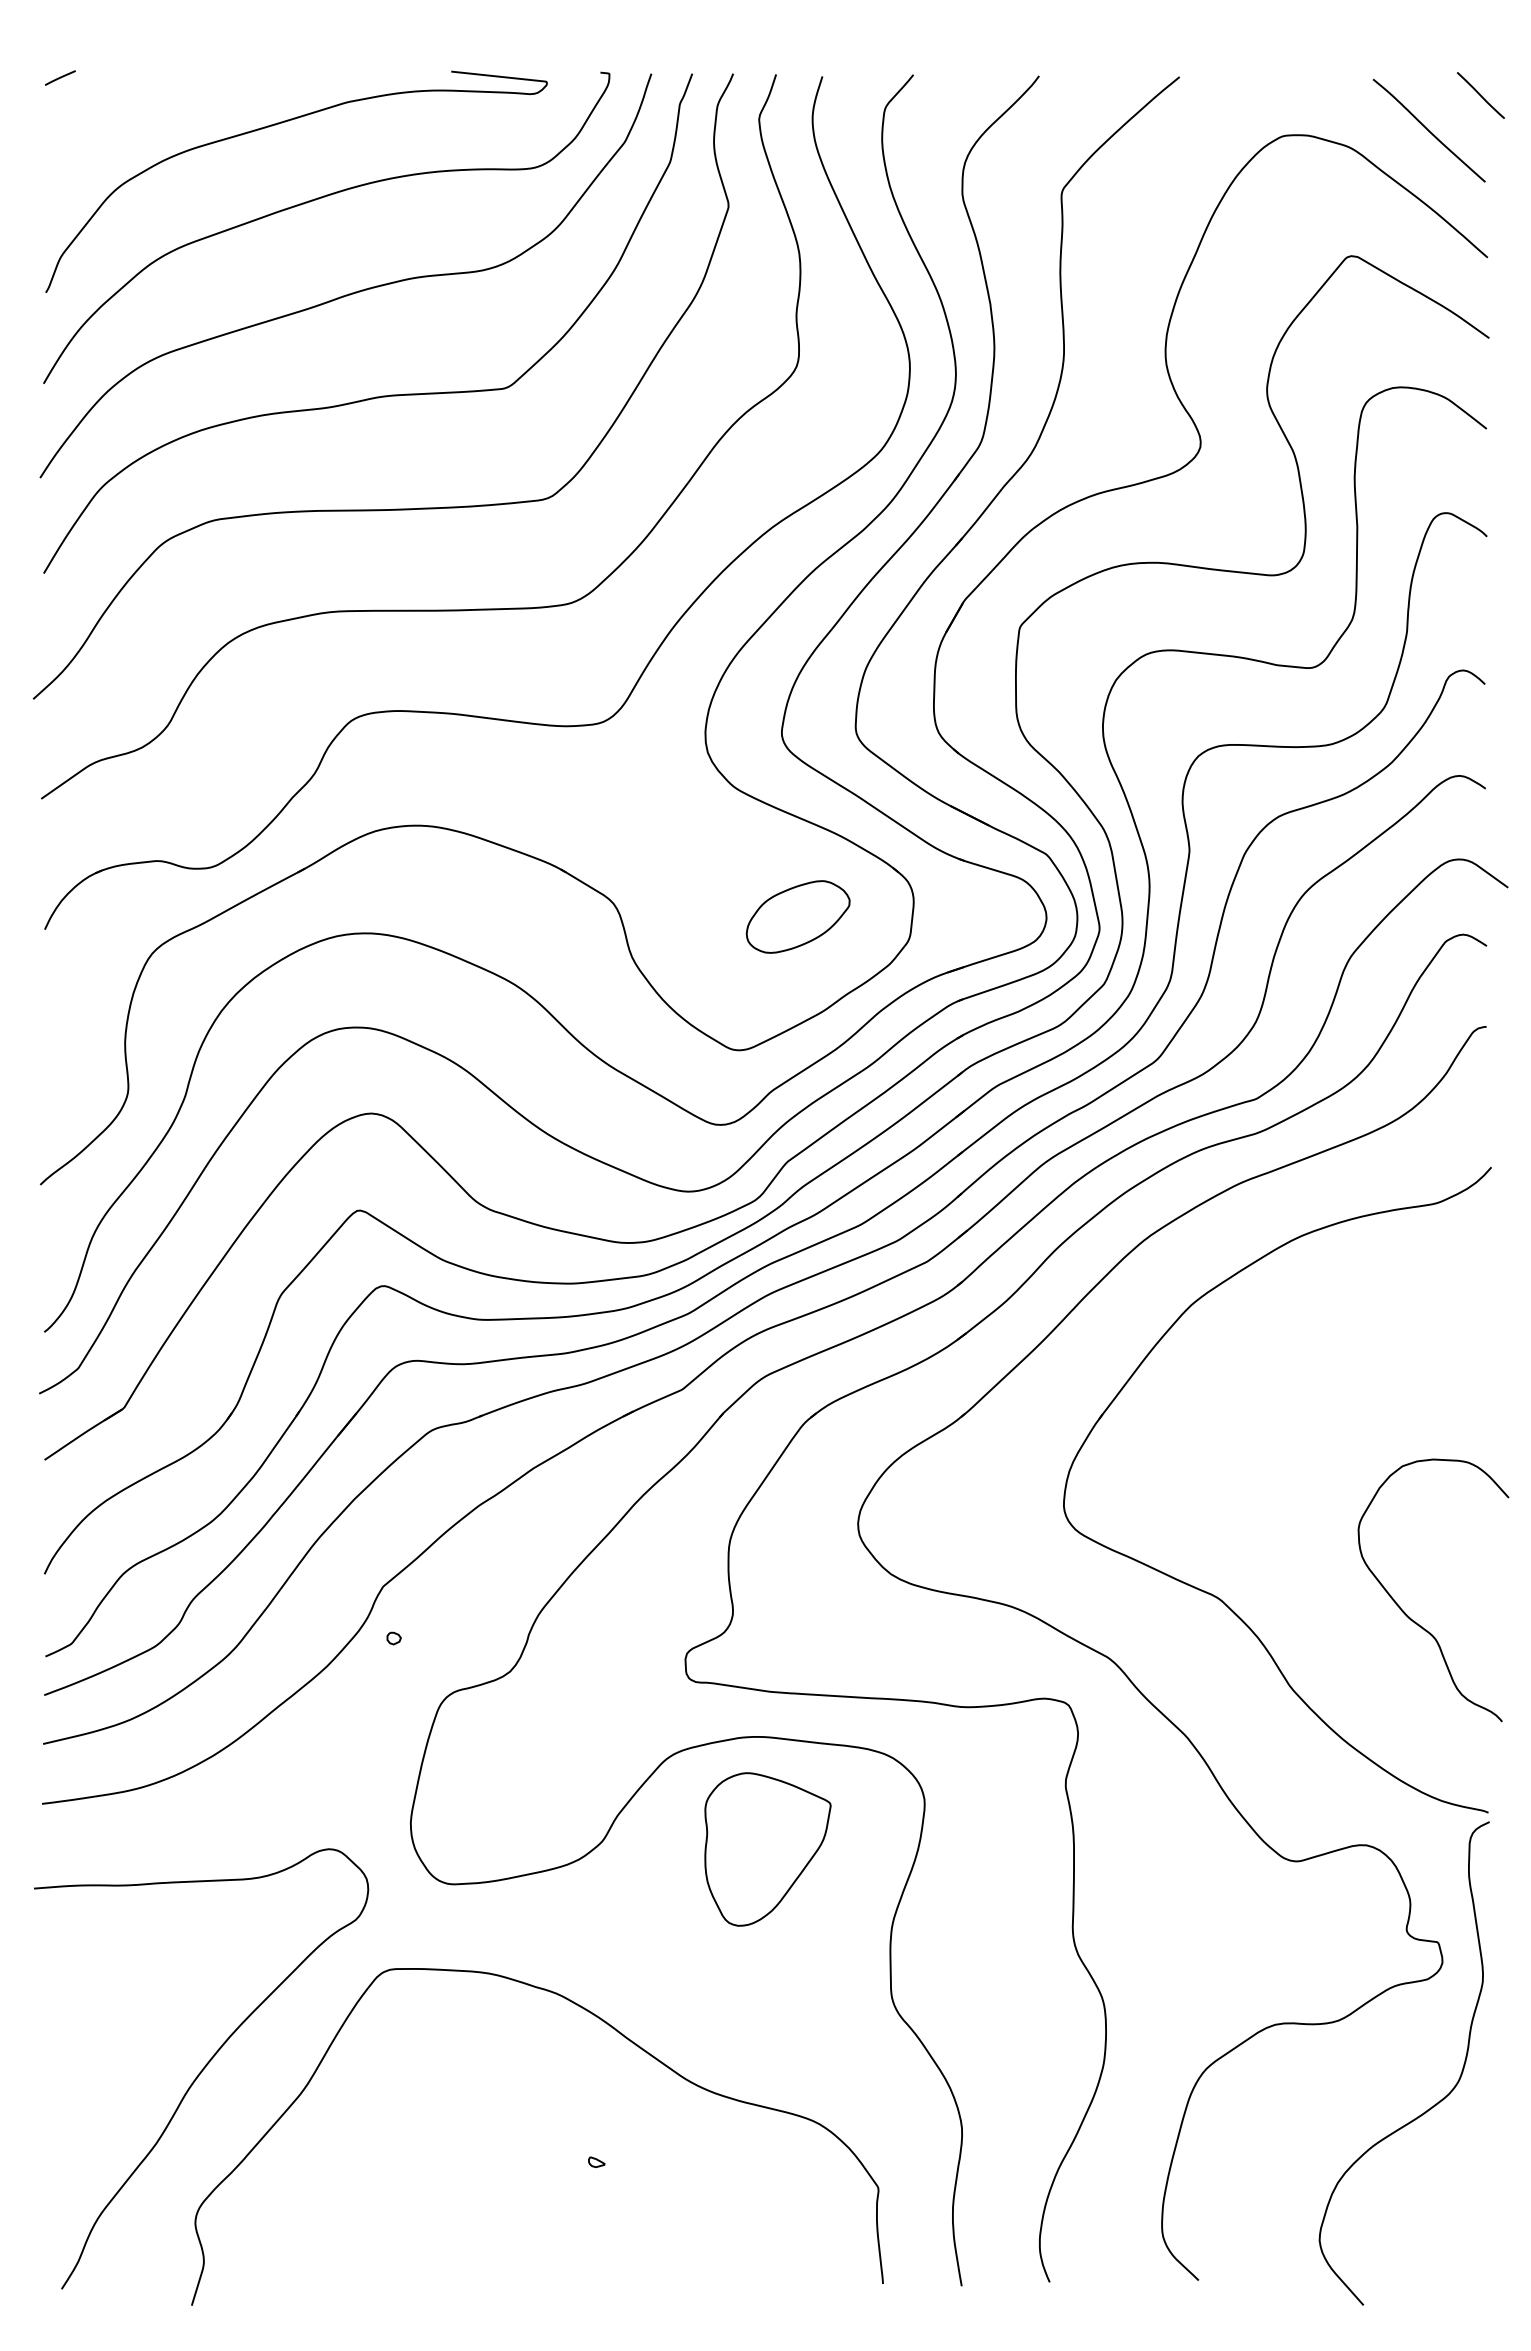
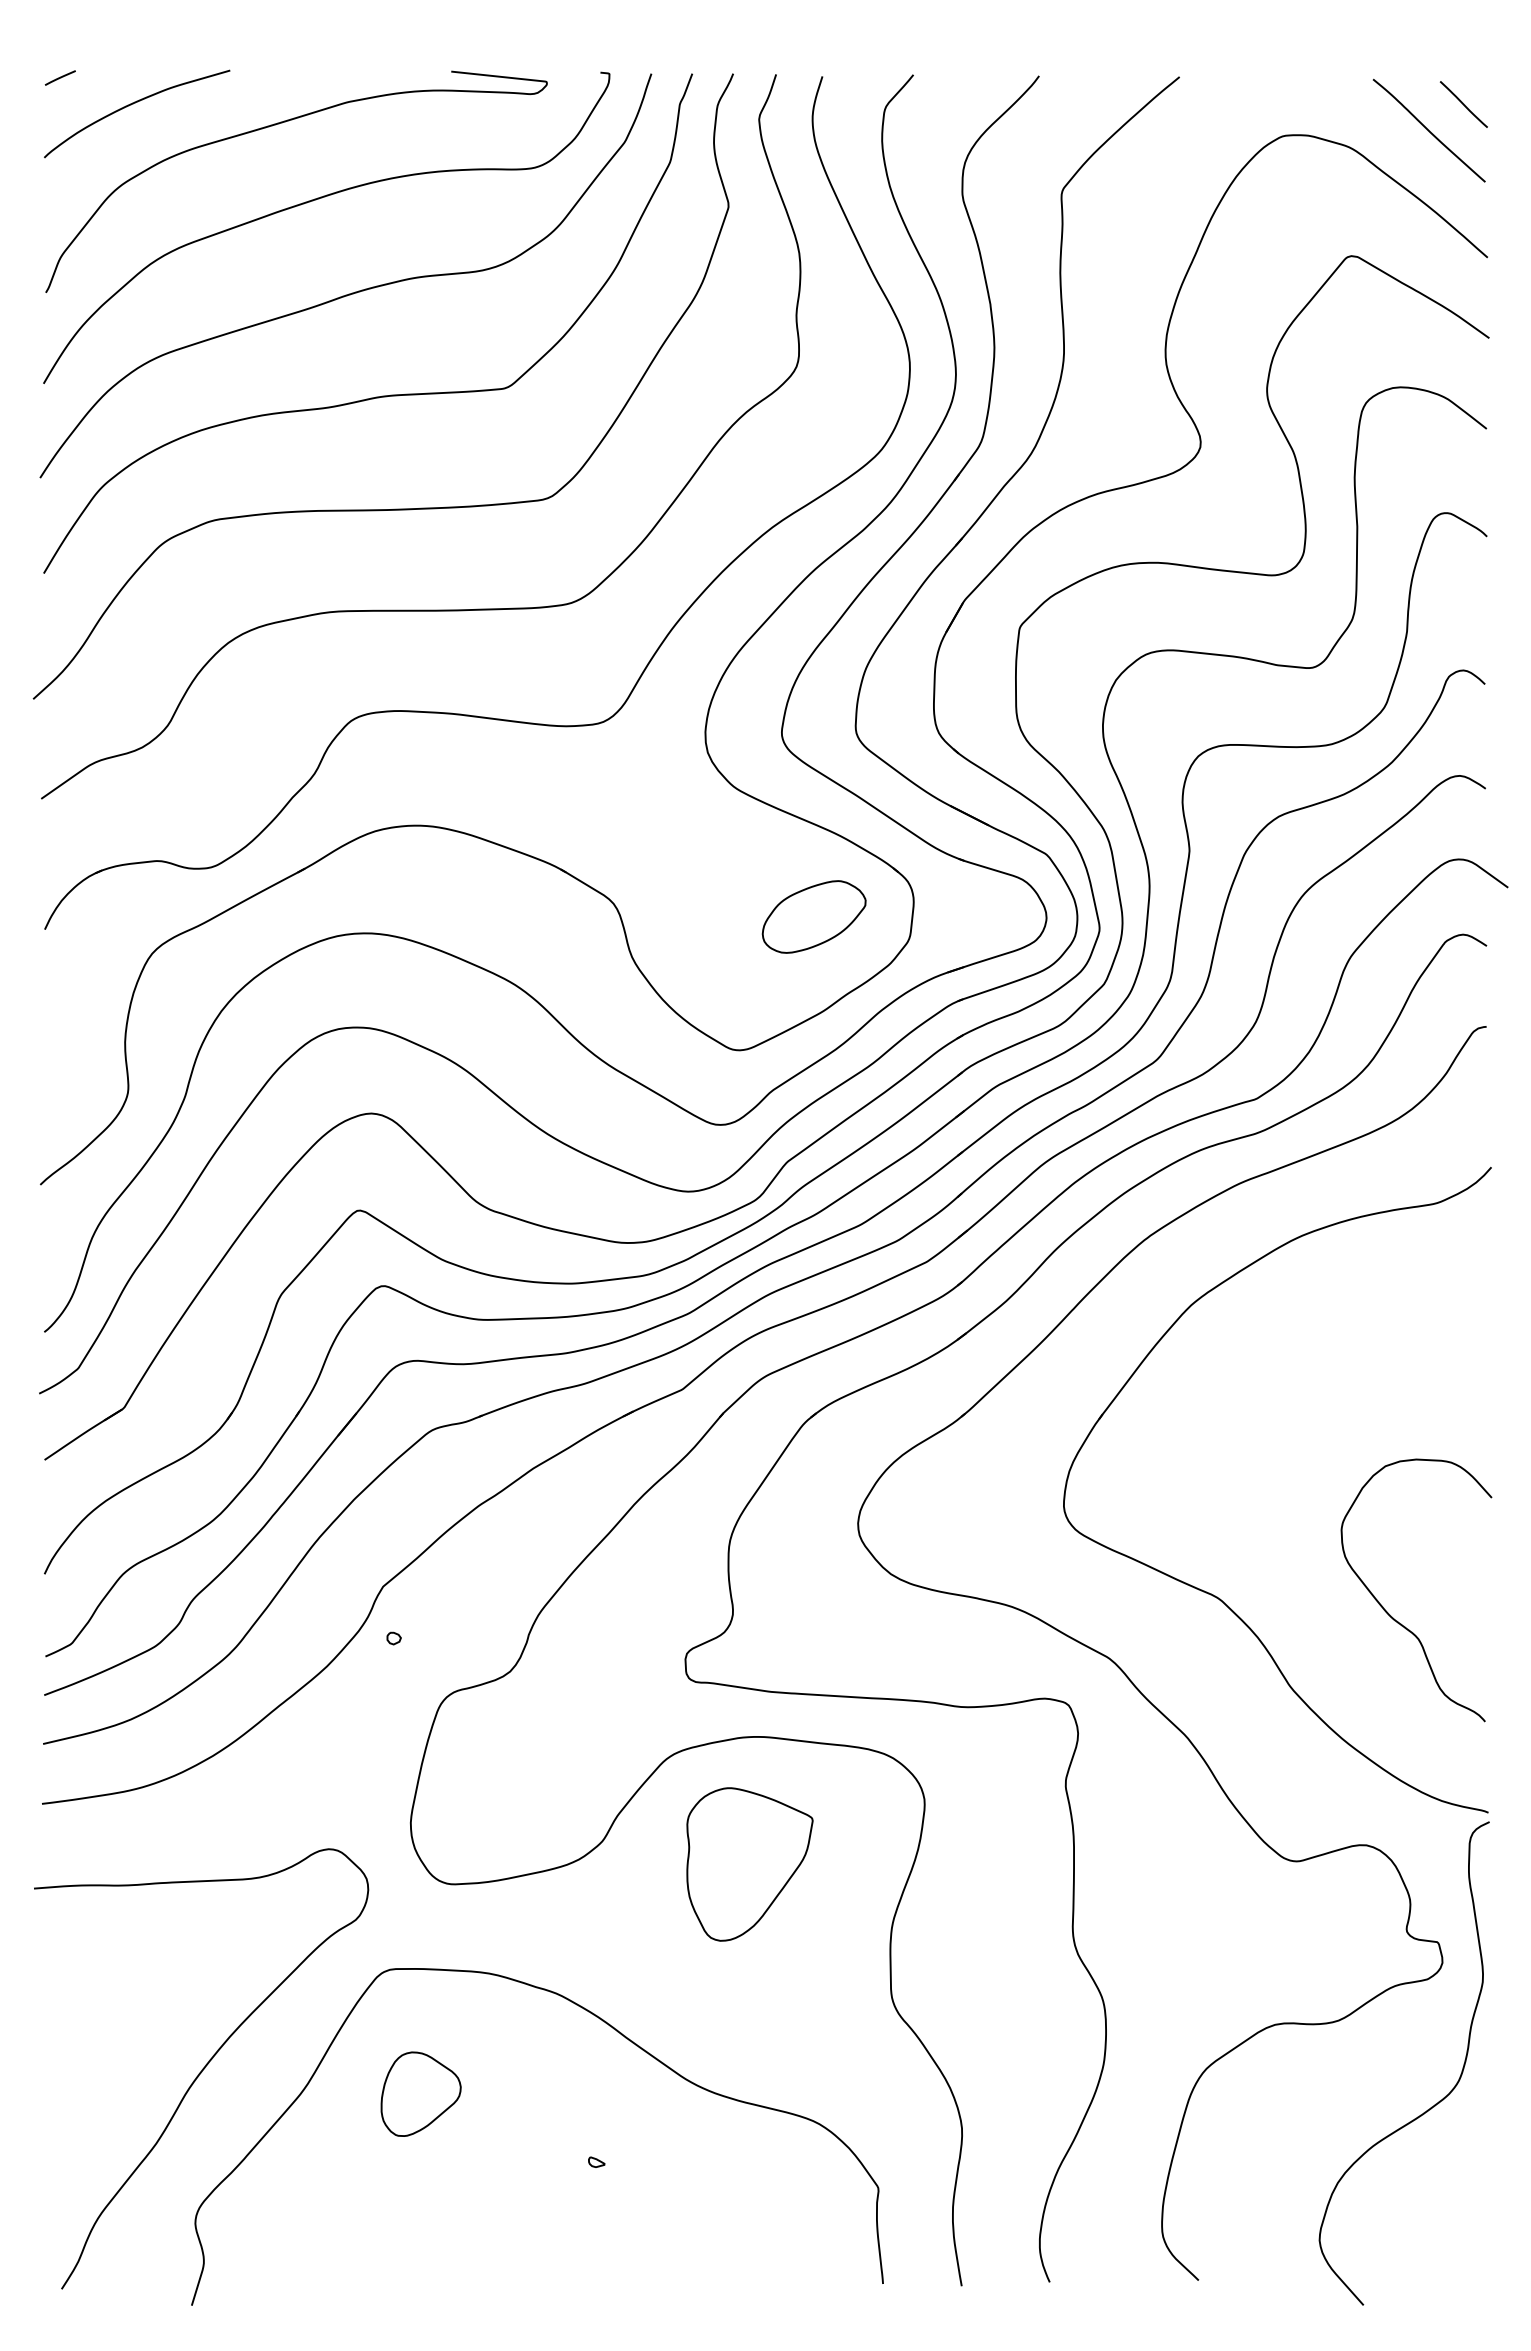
line at (1480, 95) position: (1480, 95) -> (1463, 104)
curve at (133, 104): none -> present
part at (797, 916) position: (797, 916) -> (813, 916)
curve at (1408, 1615) position: (1408, 1615) -> (1391, 1615)
part at (767, 1849) position: (767, 1849) -> (749, 1864)
part at (420, 2093): none -> present
